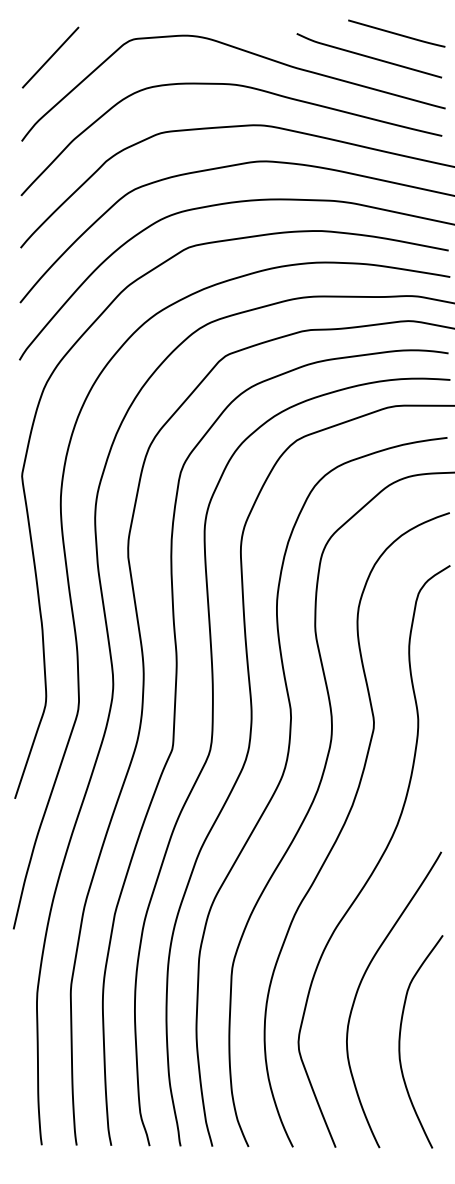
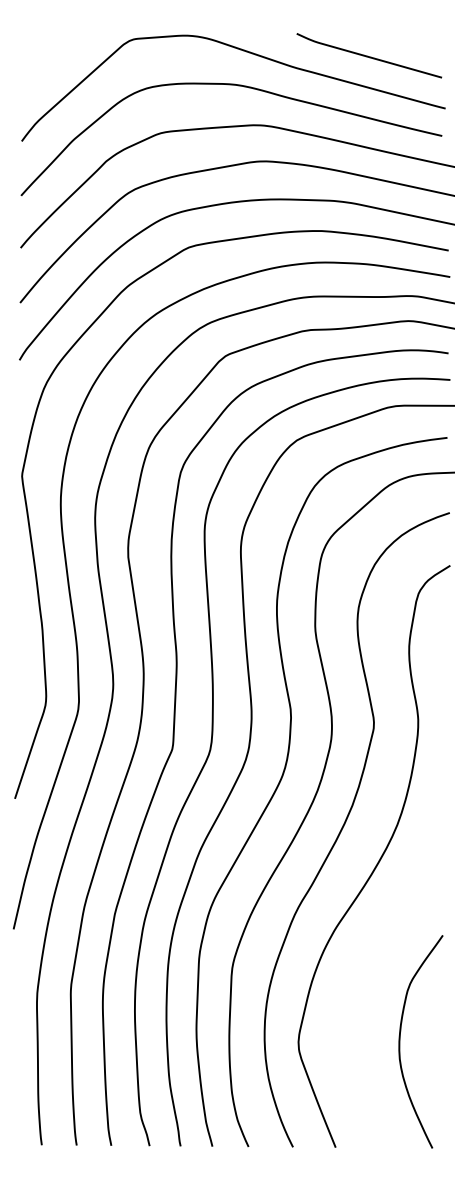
line at (396, 33): present -> none
line at (50, 57): present -> none
curve at (360, 986): present -> none
